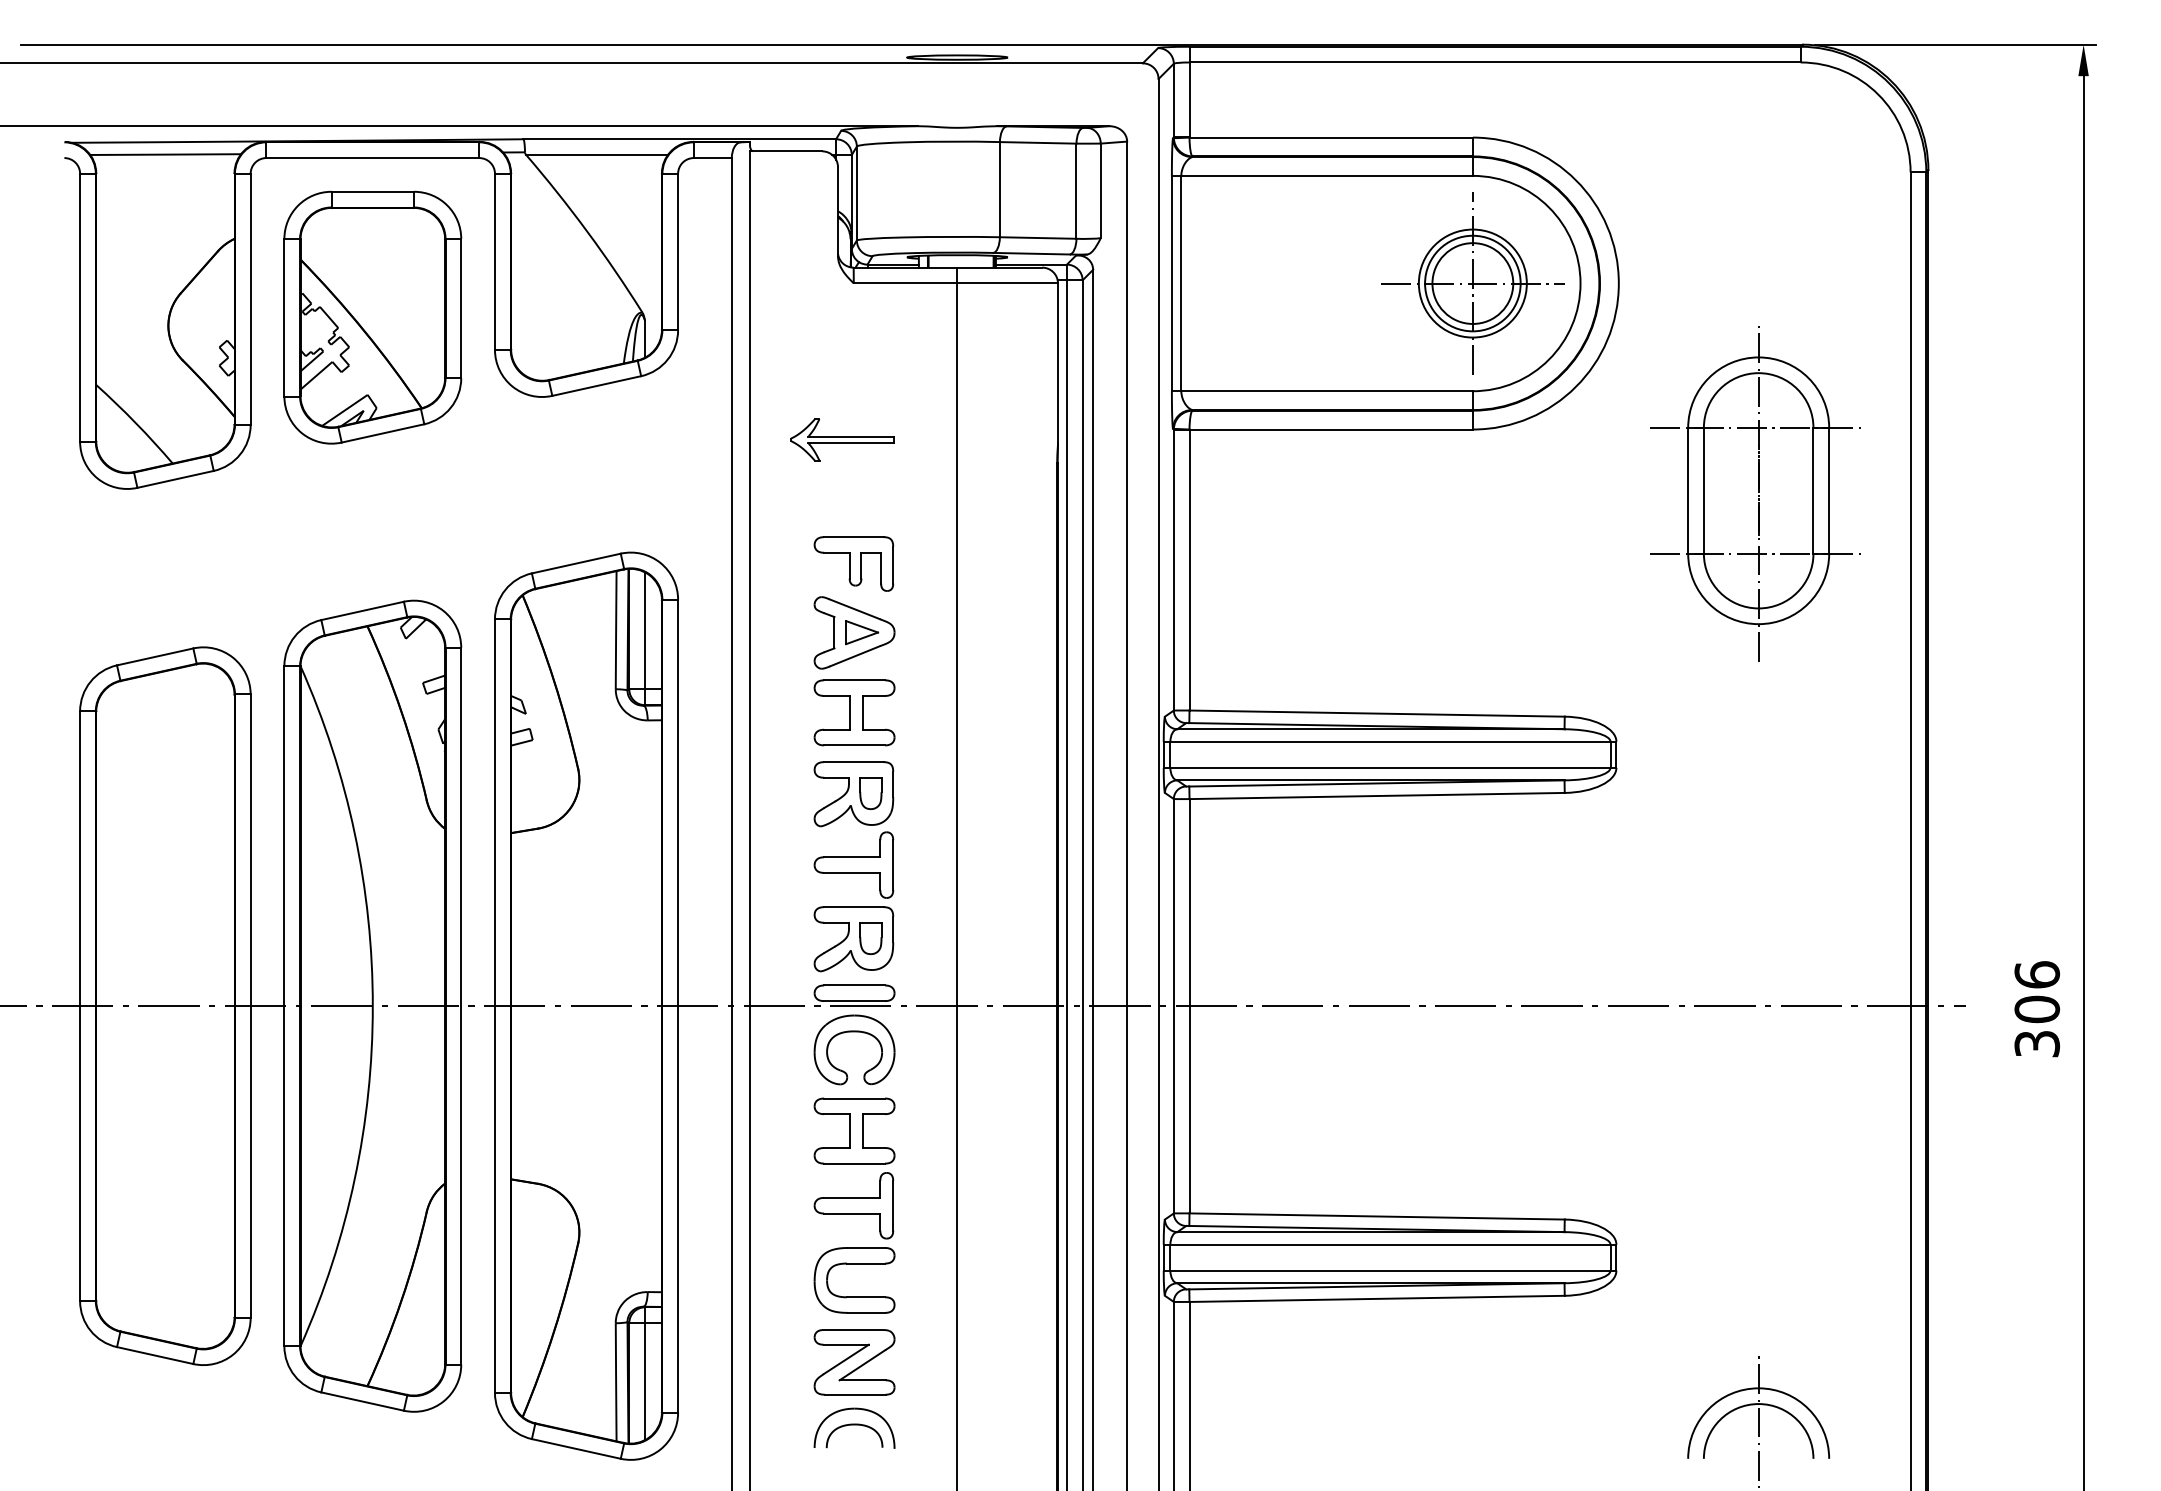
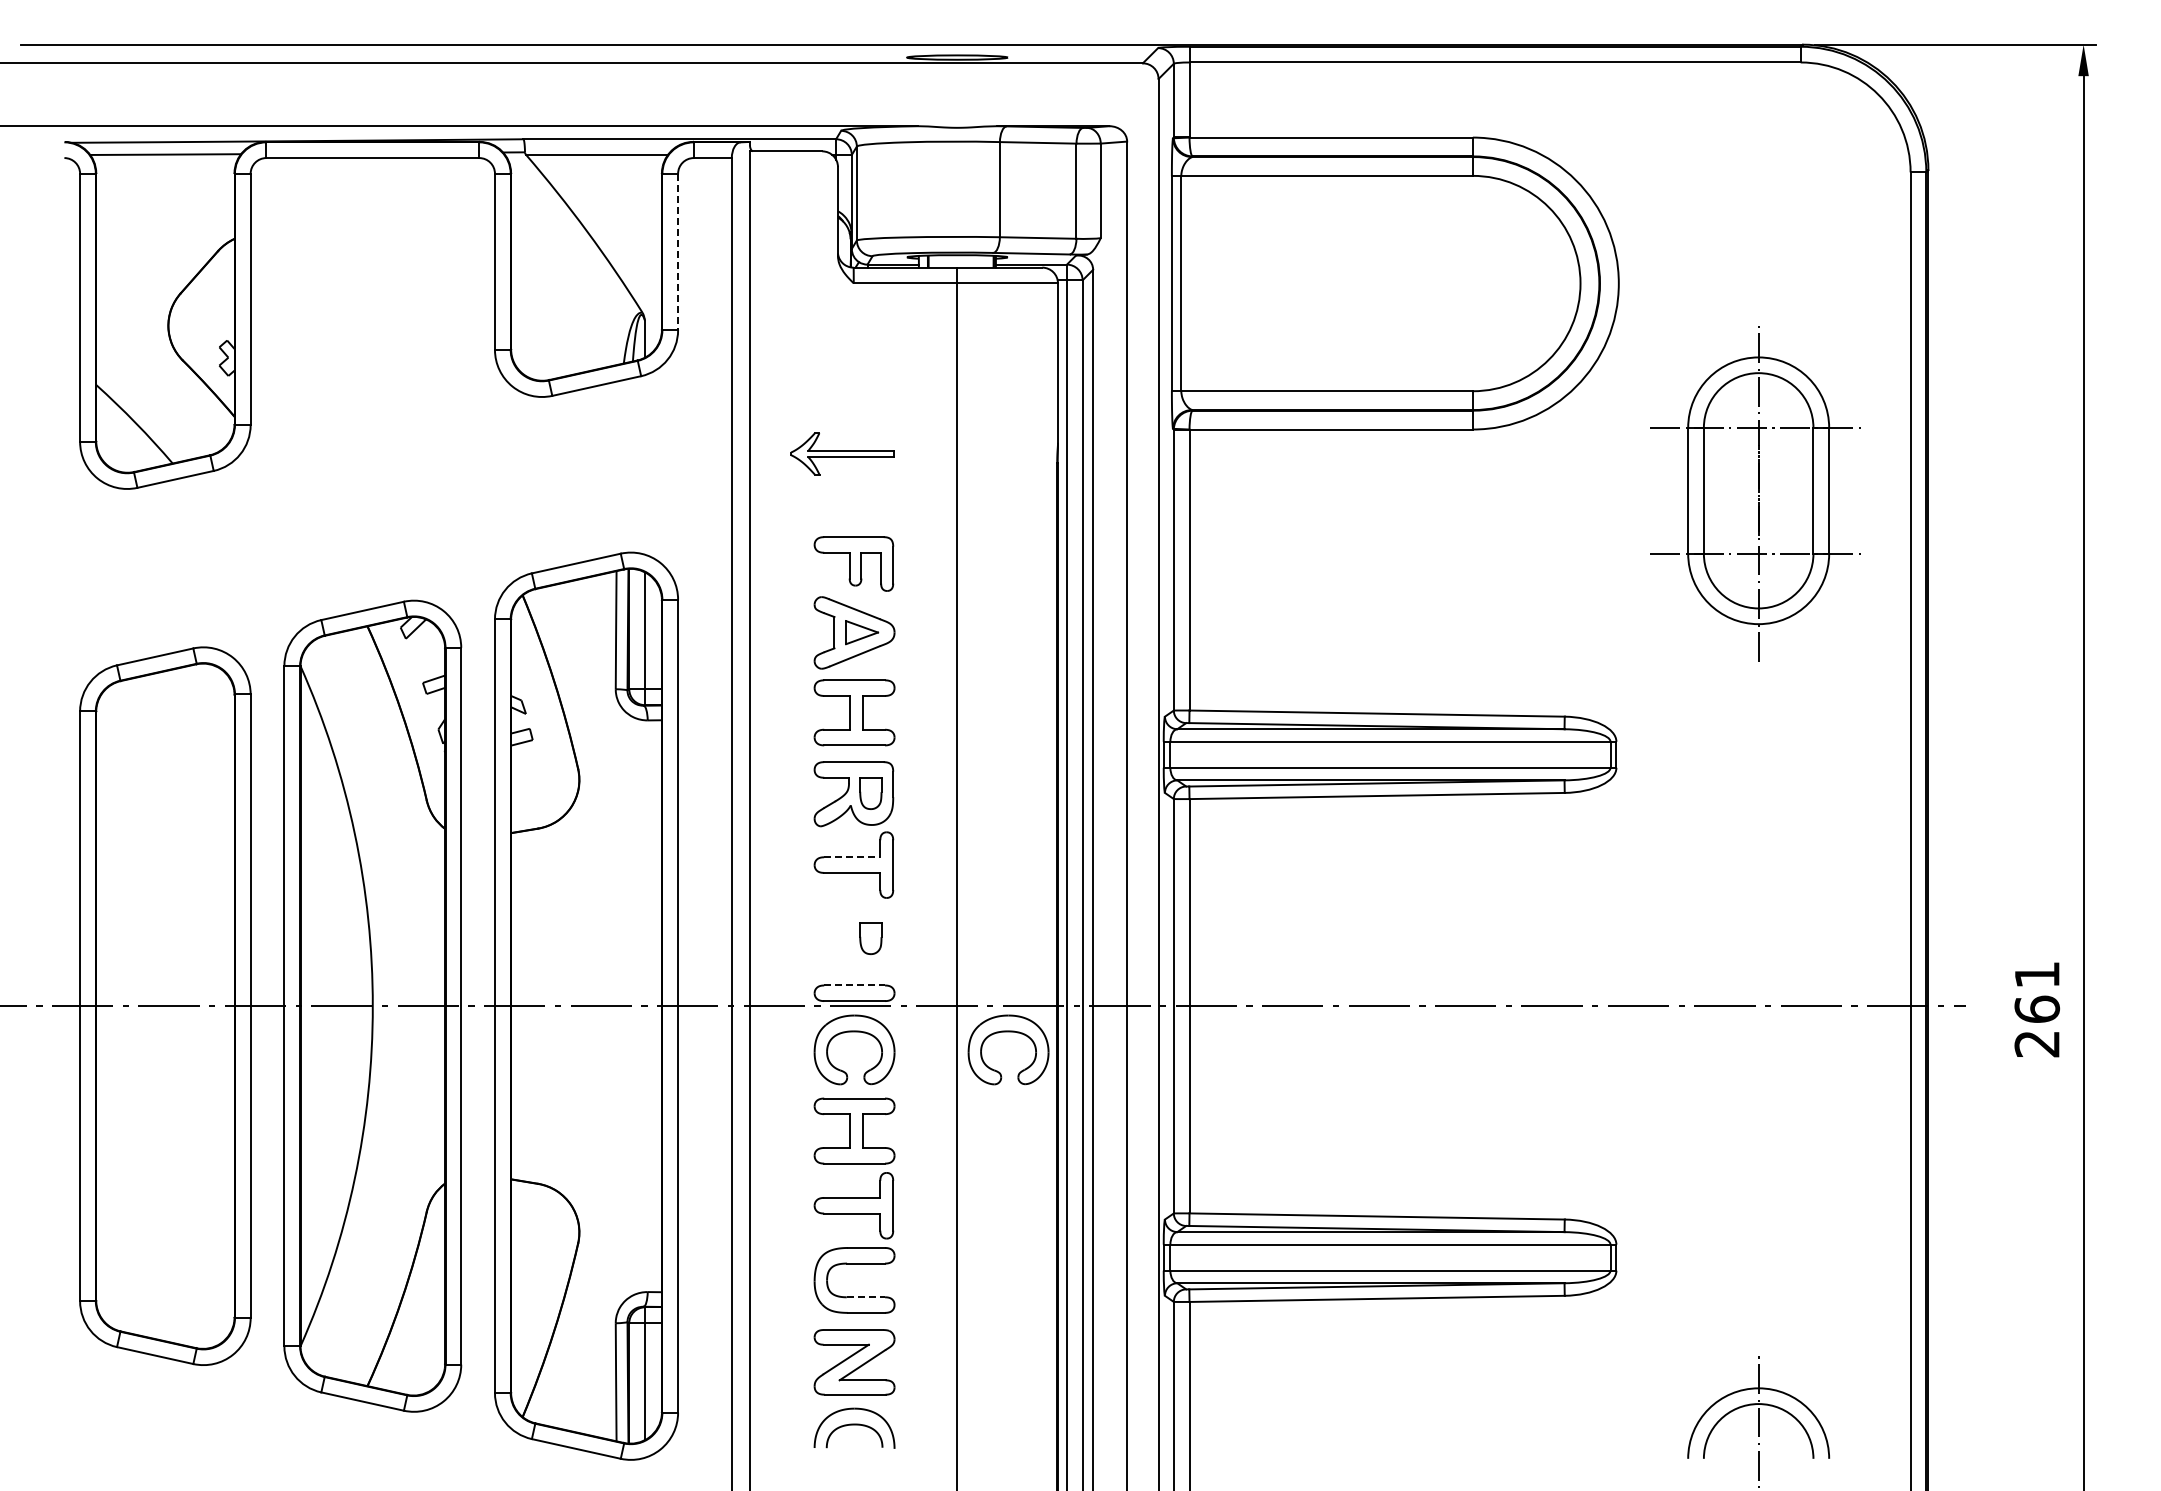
line at (678, 252): solid -> dashed
part at (1472, 283): present -> none
part at (372, 317): present -> none
part at (842, 439) position: (842, 439) -> (842, 453)
line at (852, 857): solid -> dashed
part at (853, 939): present -> none
line at (855, 985): solid -> dashed
text at (2037, 1009): 306 -> 261
part at (1008, 1032): none -> present
line at (866, 1297): solid -> dashed
